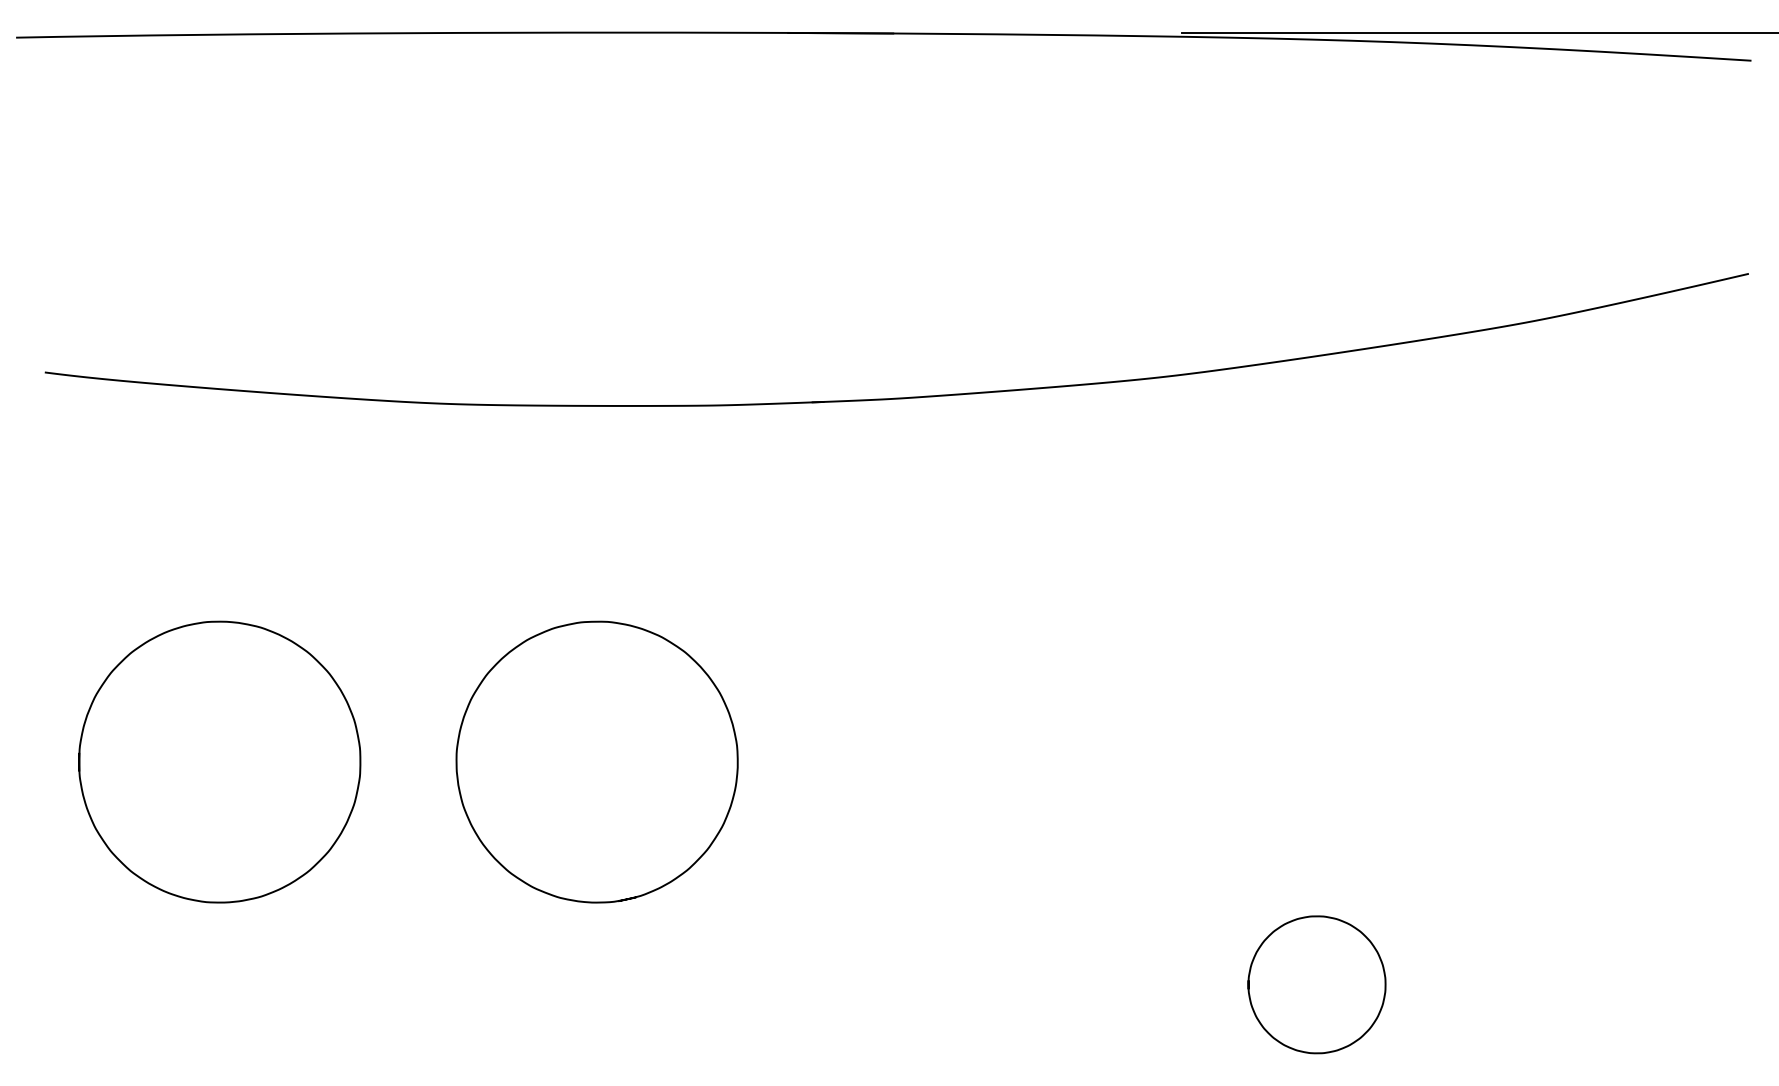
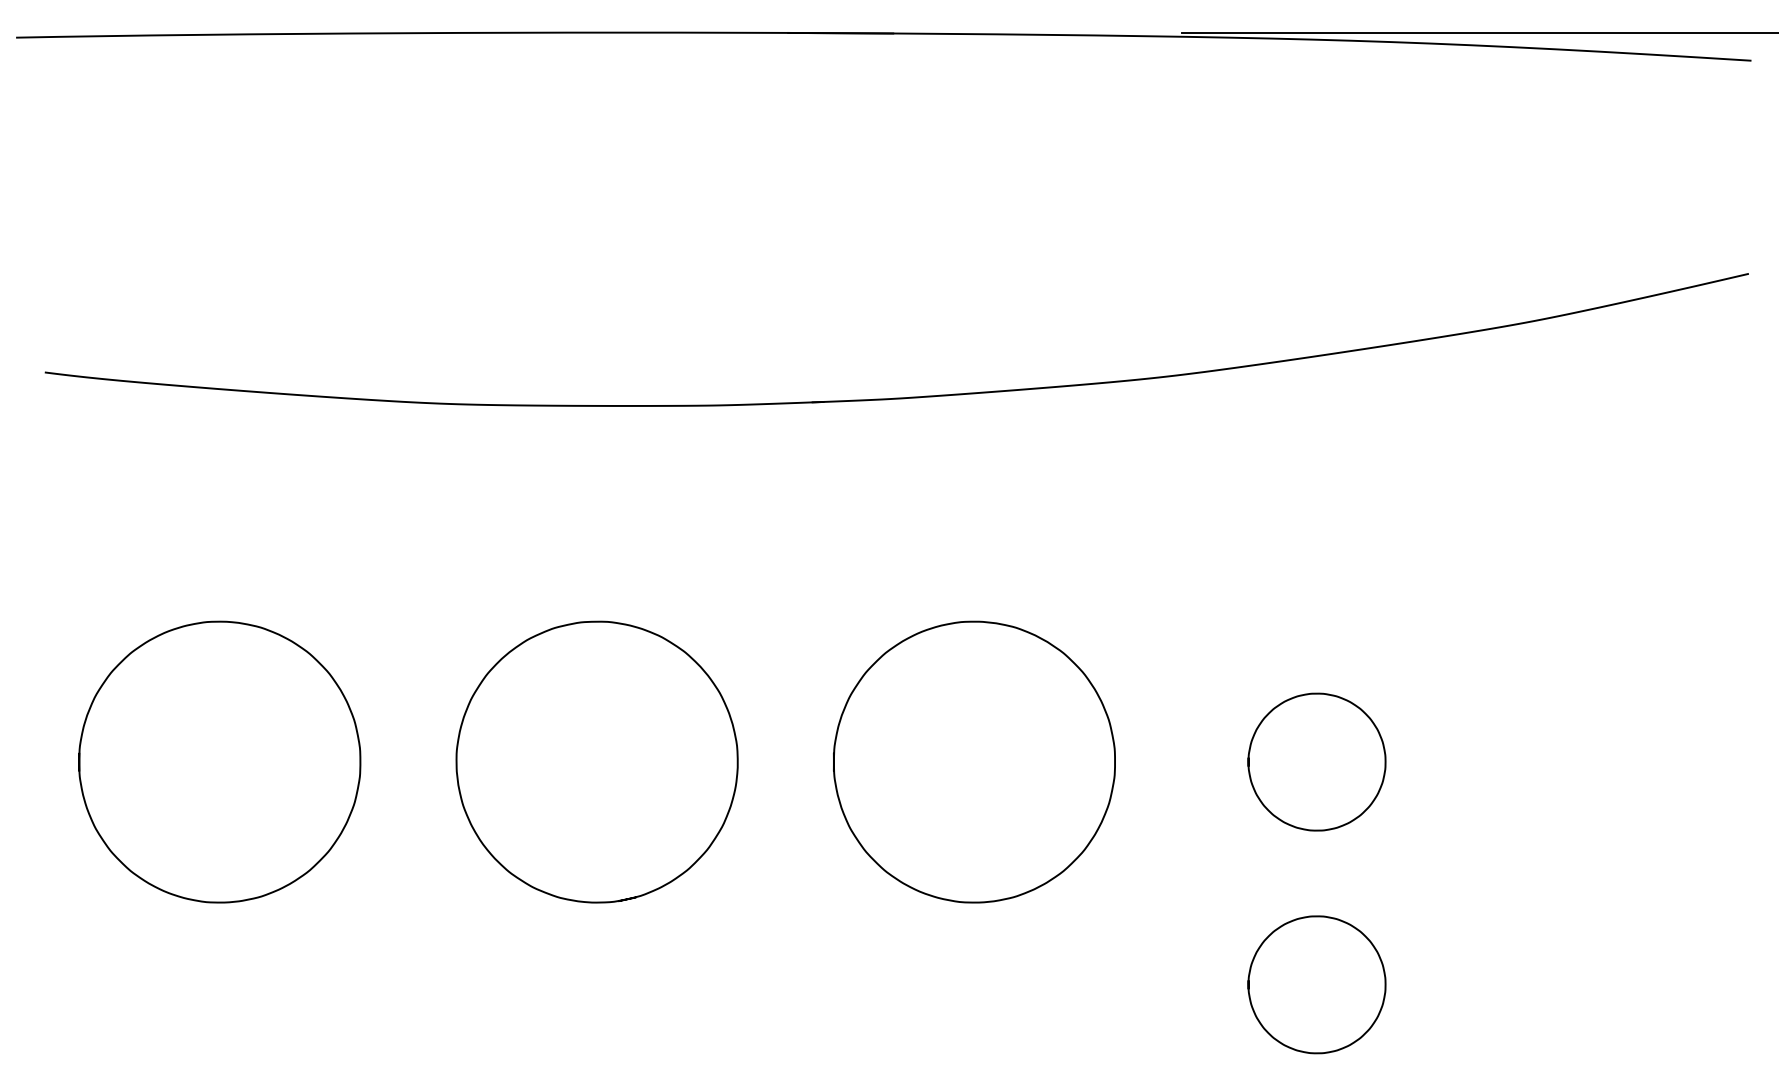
curve at (986, 623): none -> present
curve at (1276, 708): none -> present
